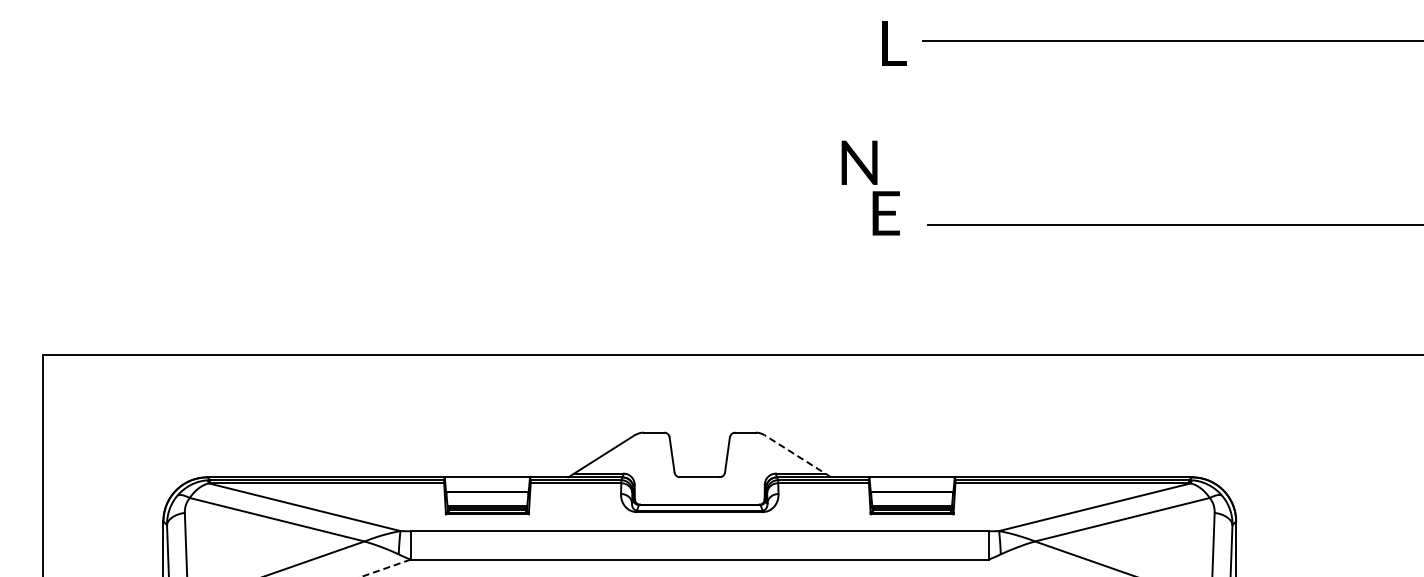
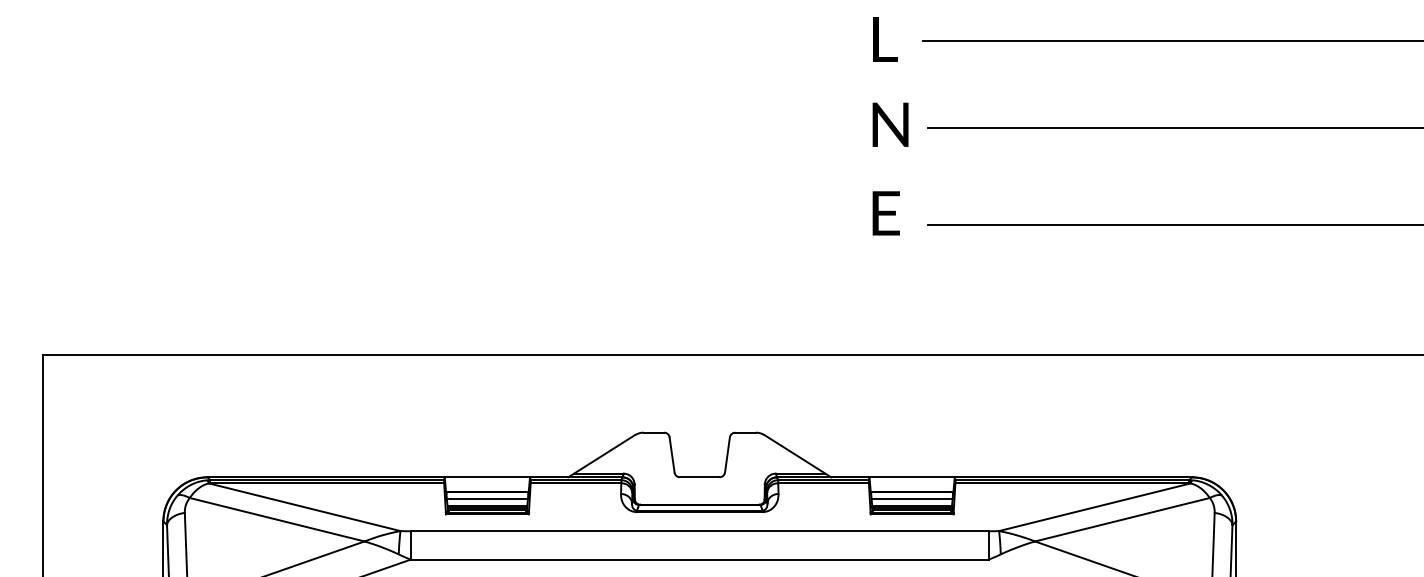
text at (894, 43) position: (894, 43) -> (885, 39)
line at (1173, 127): none -> present
text at (859, 162) position: (859, 162) -> (890, 124)
line at (797, 455): dashed -> solid
line at (486, 498): none -> present
line at (911, 498): none -> present
line at (386, 568): dashed -> solid
